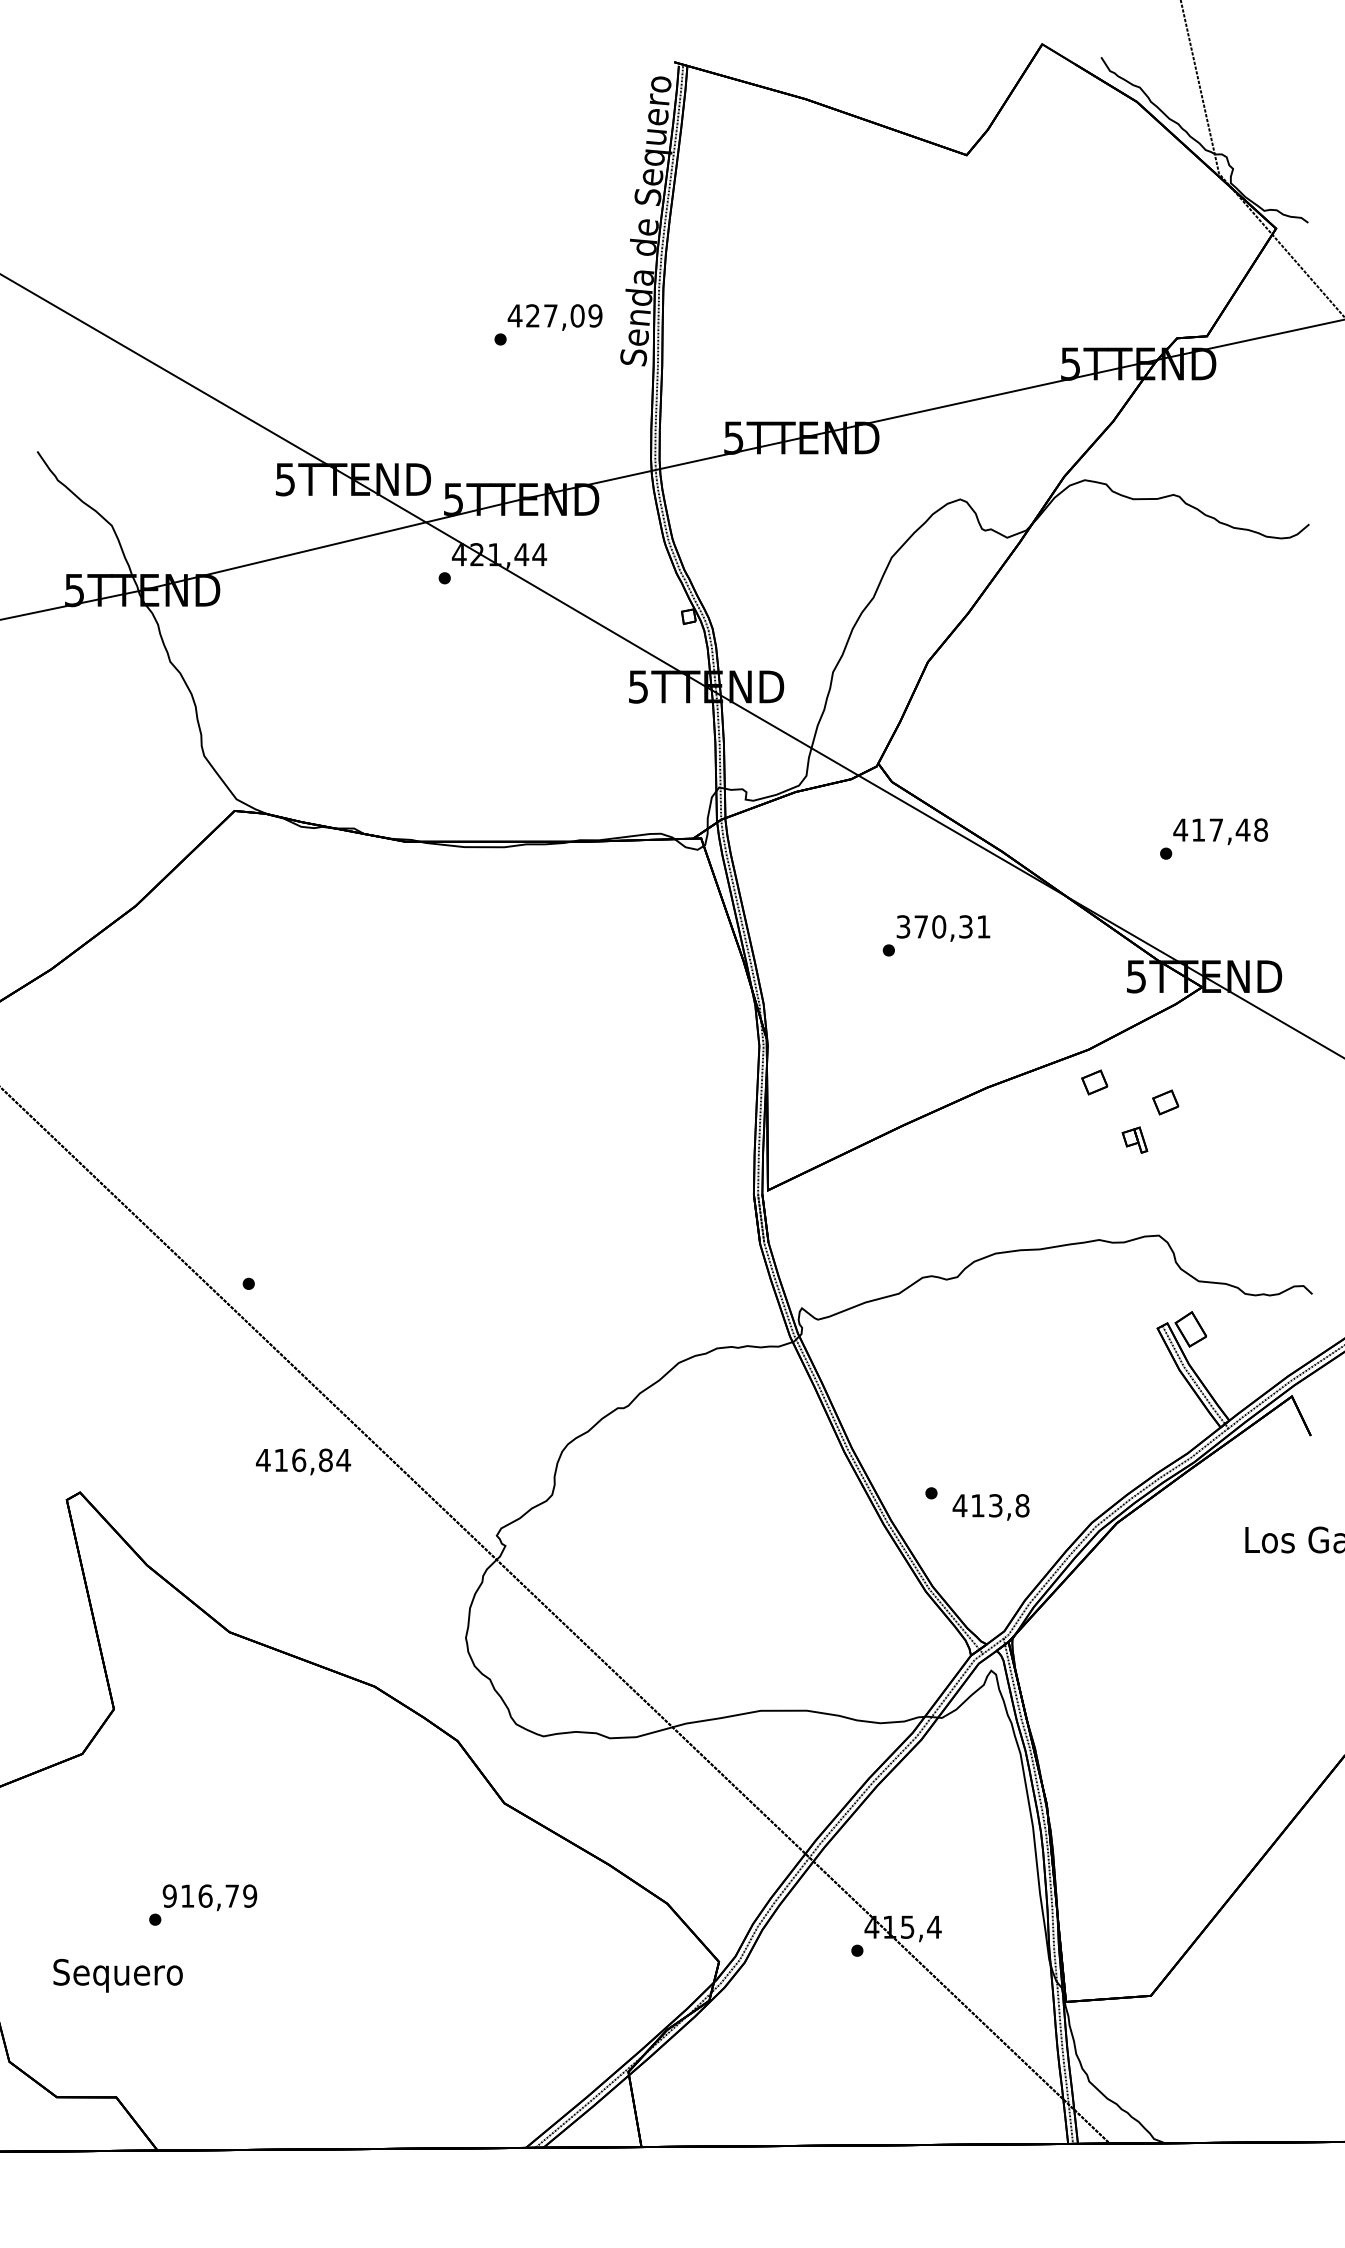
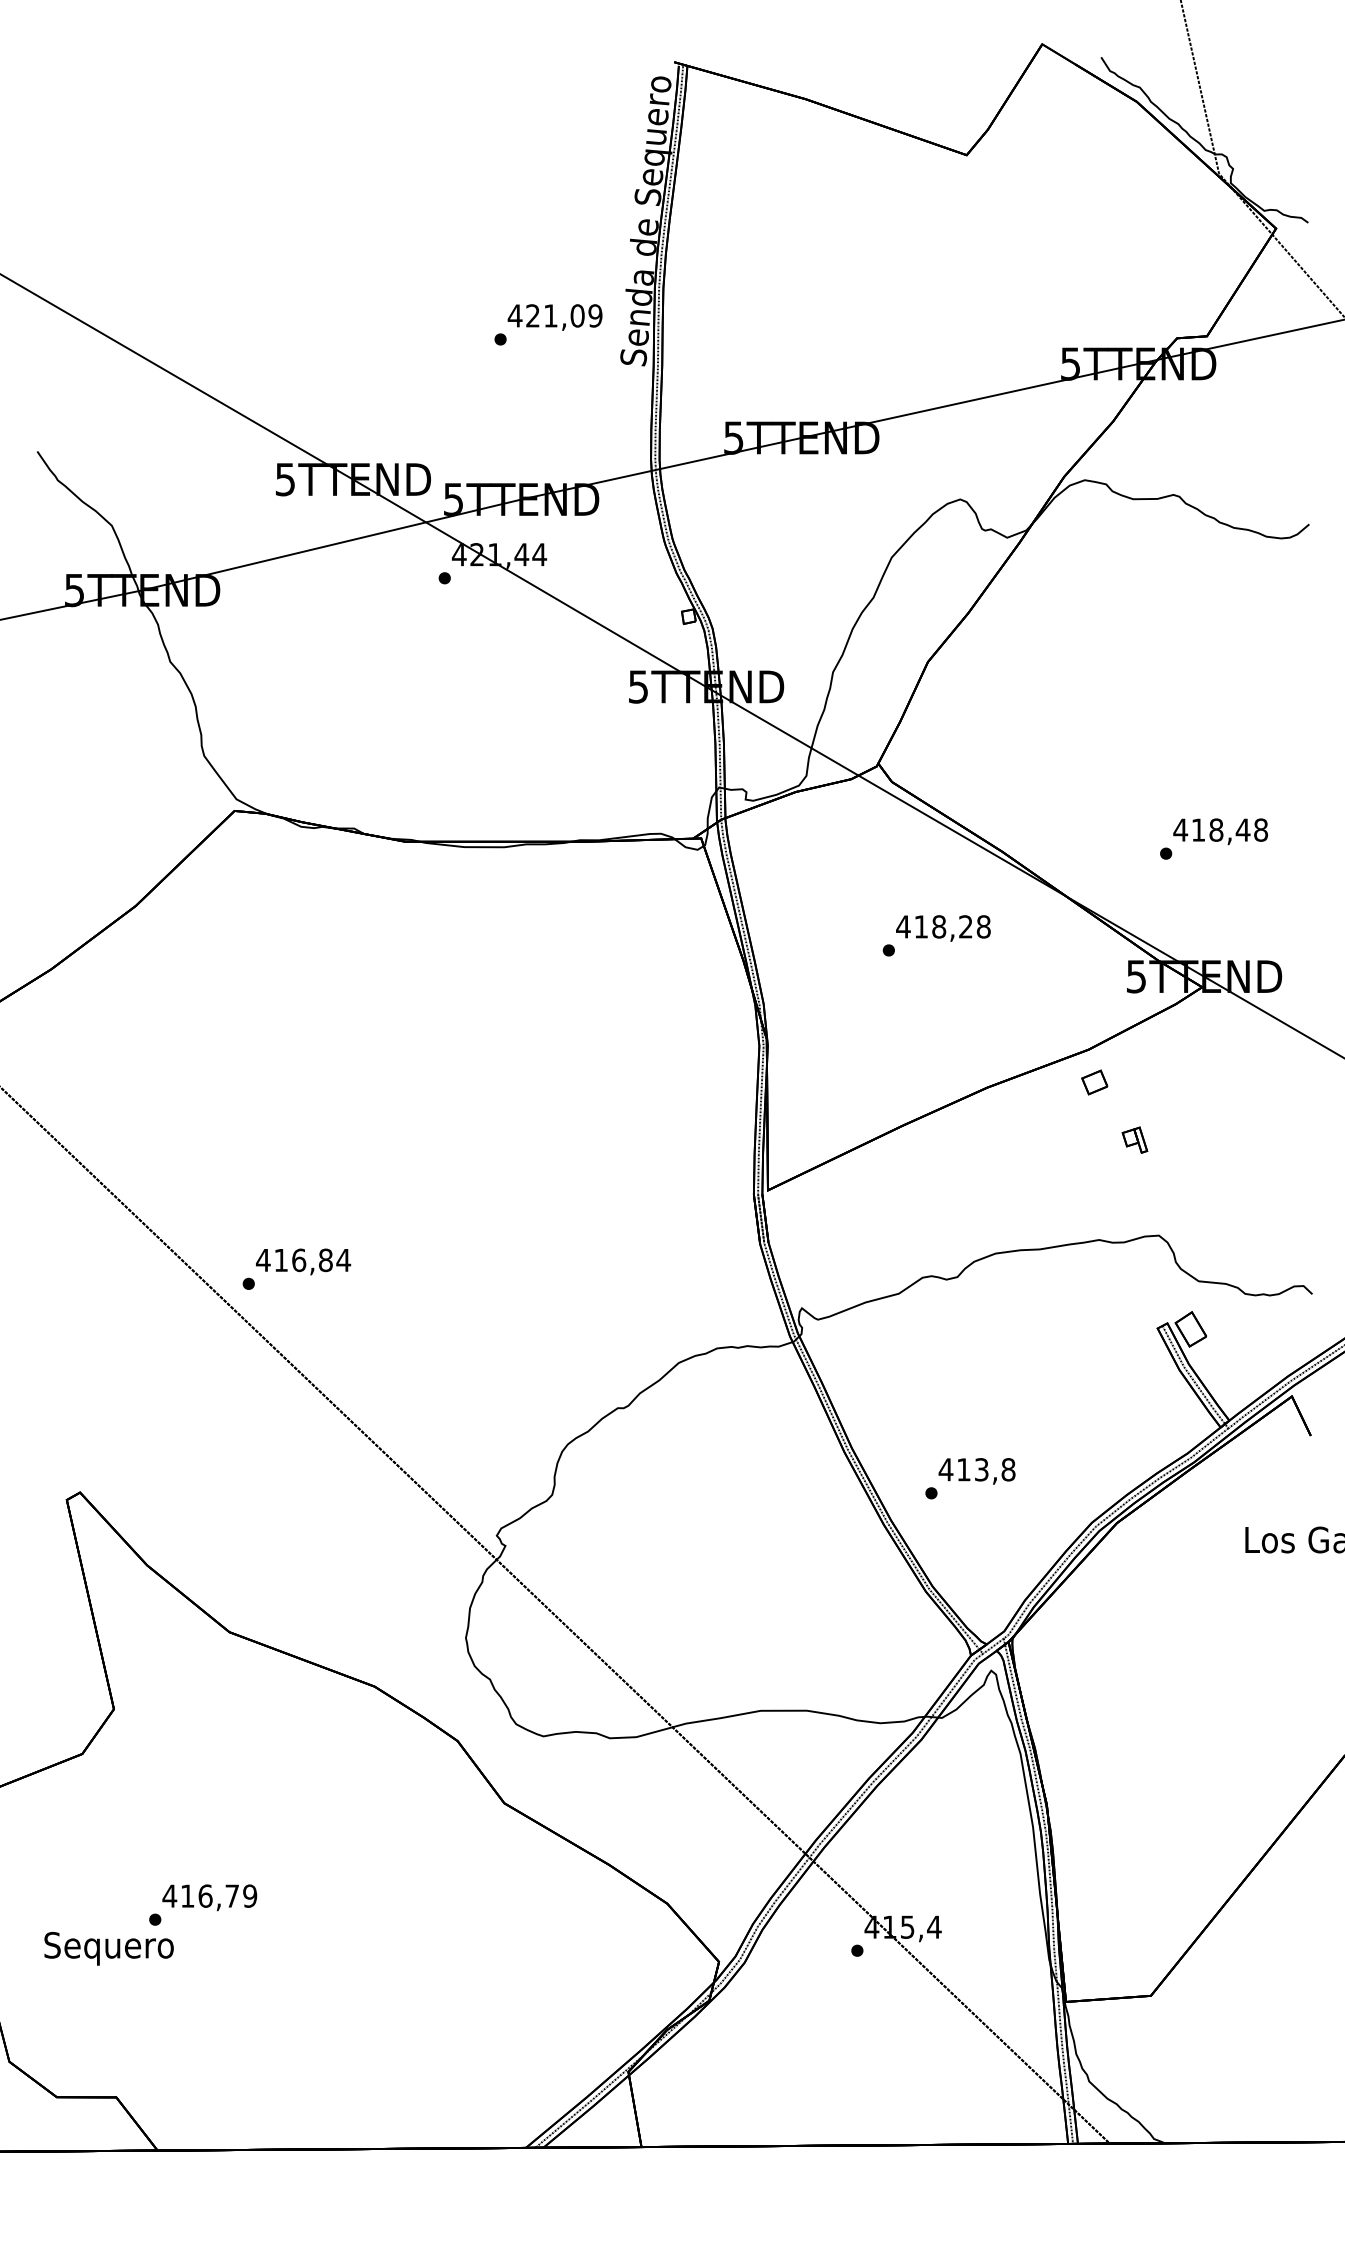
text at (550, 315): 427,09 -> 421,09
text at (1216, 829): 417,48 -> 418,48
text at (943, 926): 370,31 -> 418,28
part at (1165, 1102): present -> none
text at (303, 1461) position: (303, 1461) -> (303, 1261)
text at (990, 1507) position: (990, 1507) -> (976, 1471)
text at (169, 1895): 916,79 -> 416,79
text at (117, 1975) position: (117, 1975) -> (108, 1948)
